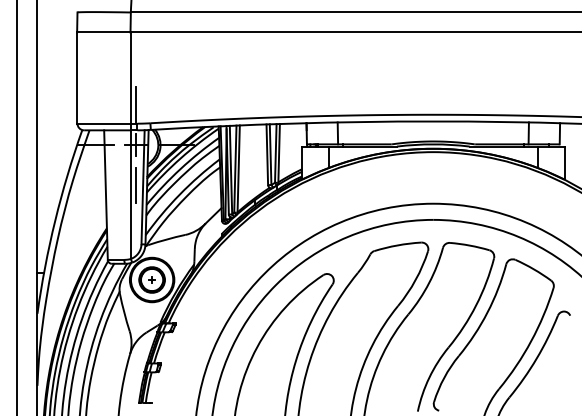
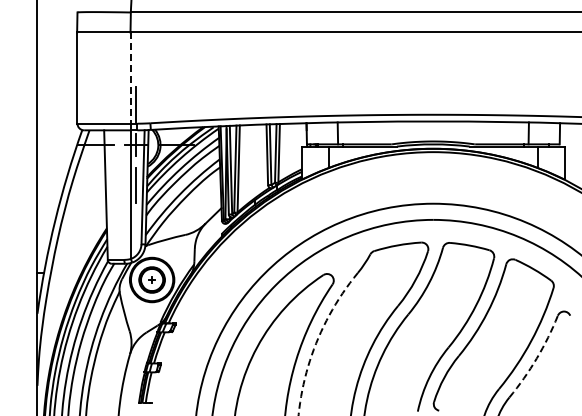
line at (130, 78): solid -> dashed
line at (17, 207): present -> none
arc at (317, 341): solid -> dashed
arc at (536, 358): solid -> dashed
